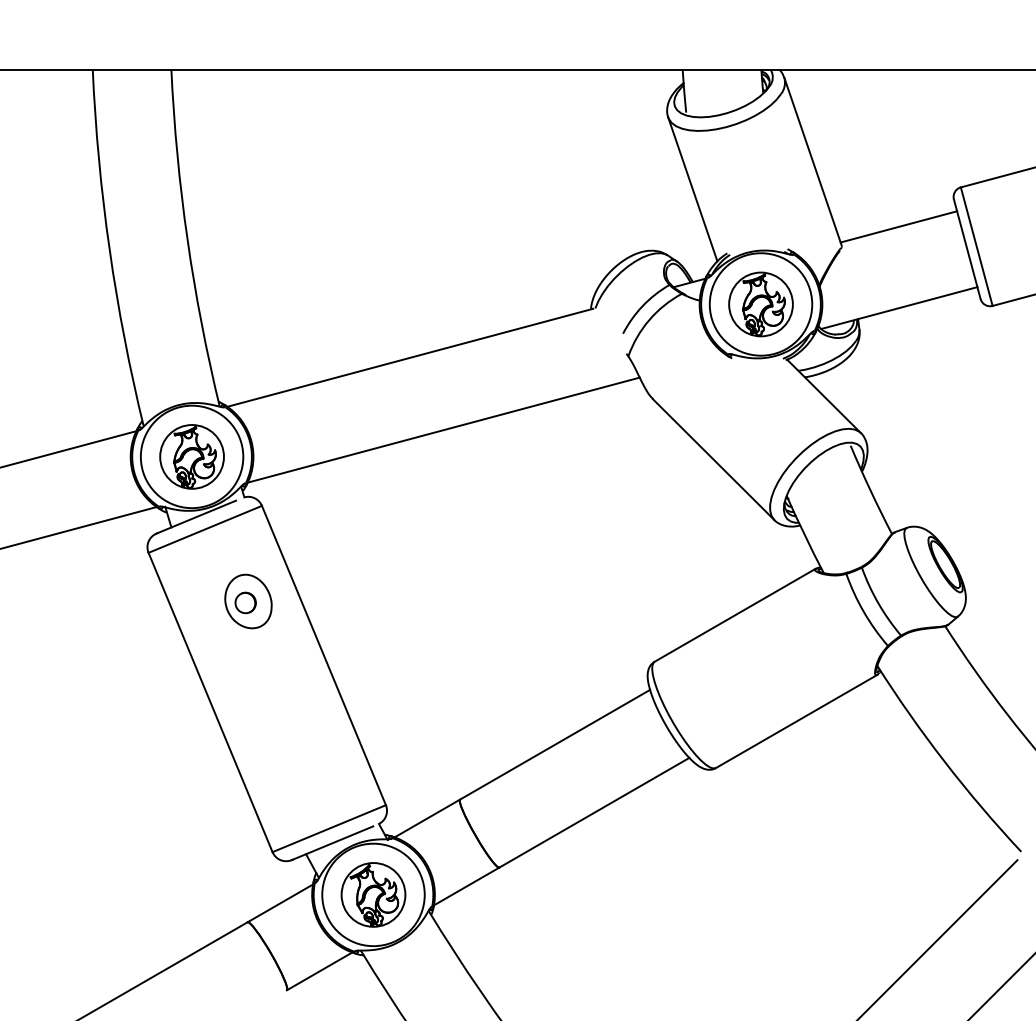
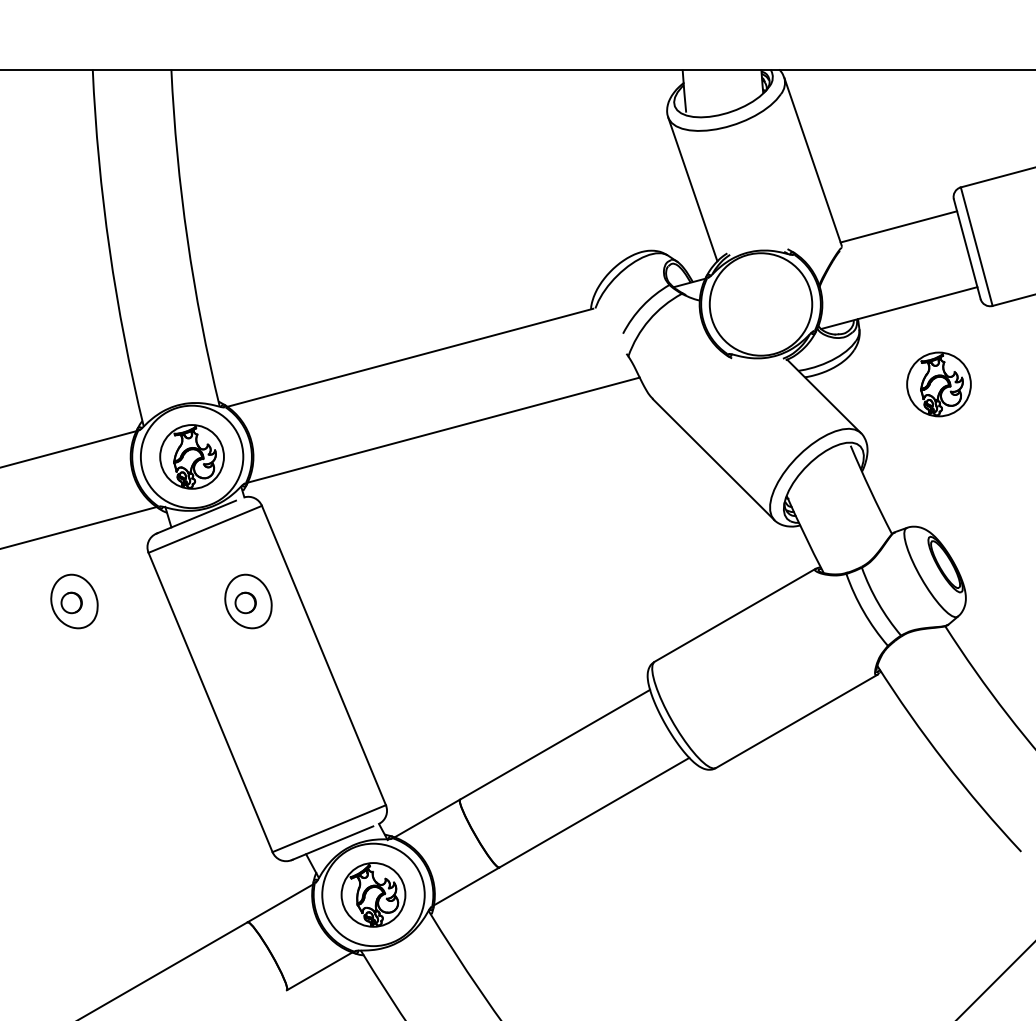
part at (760, 304) position: (760, 304) -> (938, 384)
part at (74, 601): none -> present
line at (938, 938): present -> none
line at (1001, 986) position: (1001, 986) -> (995, 980)
